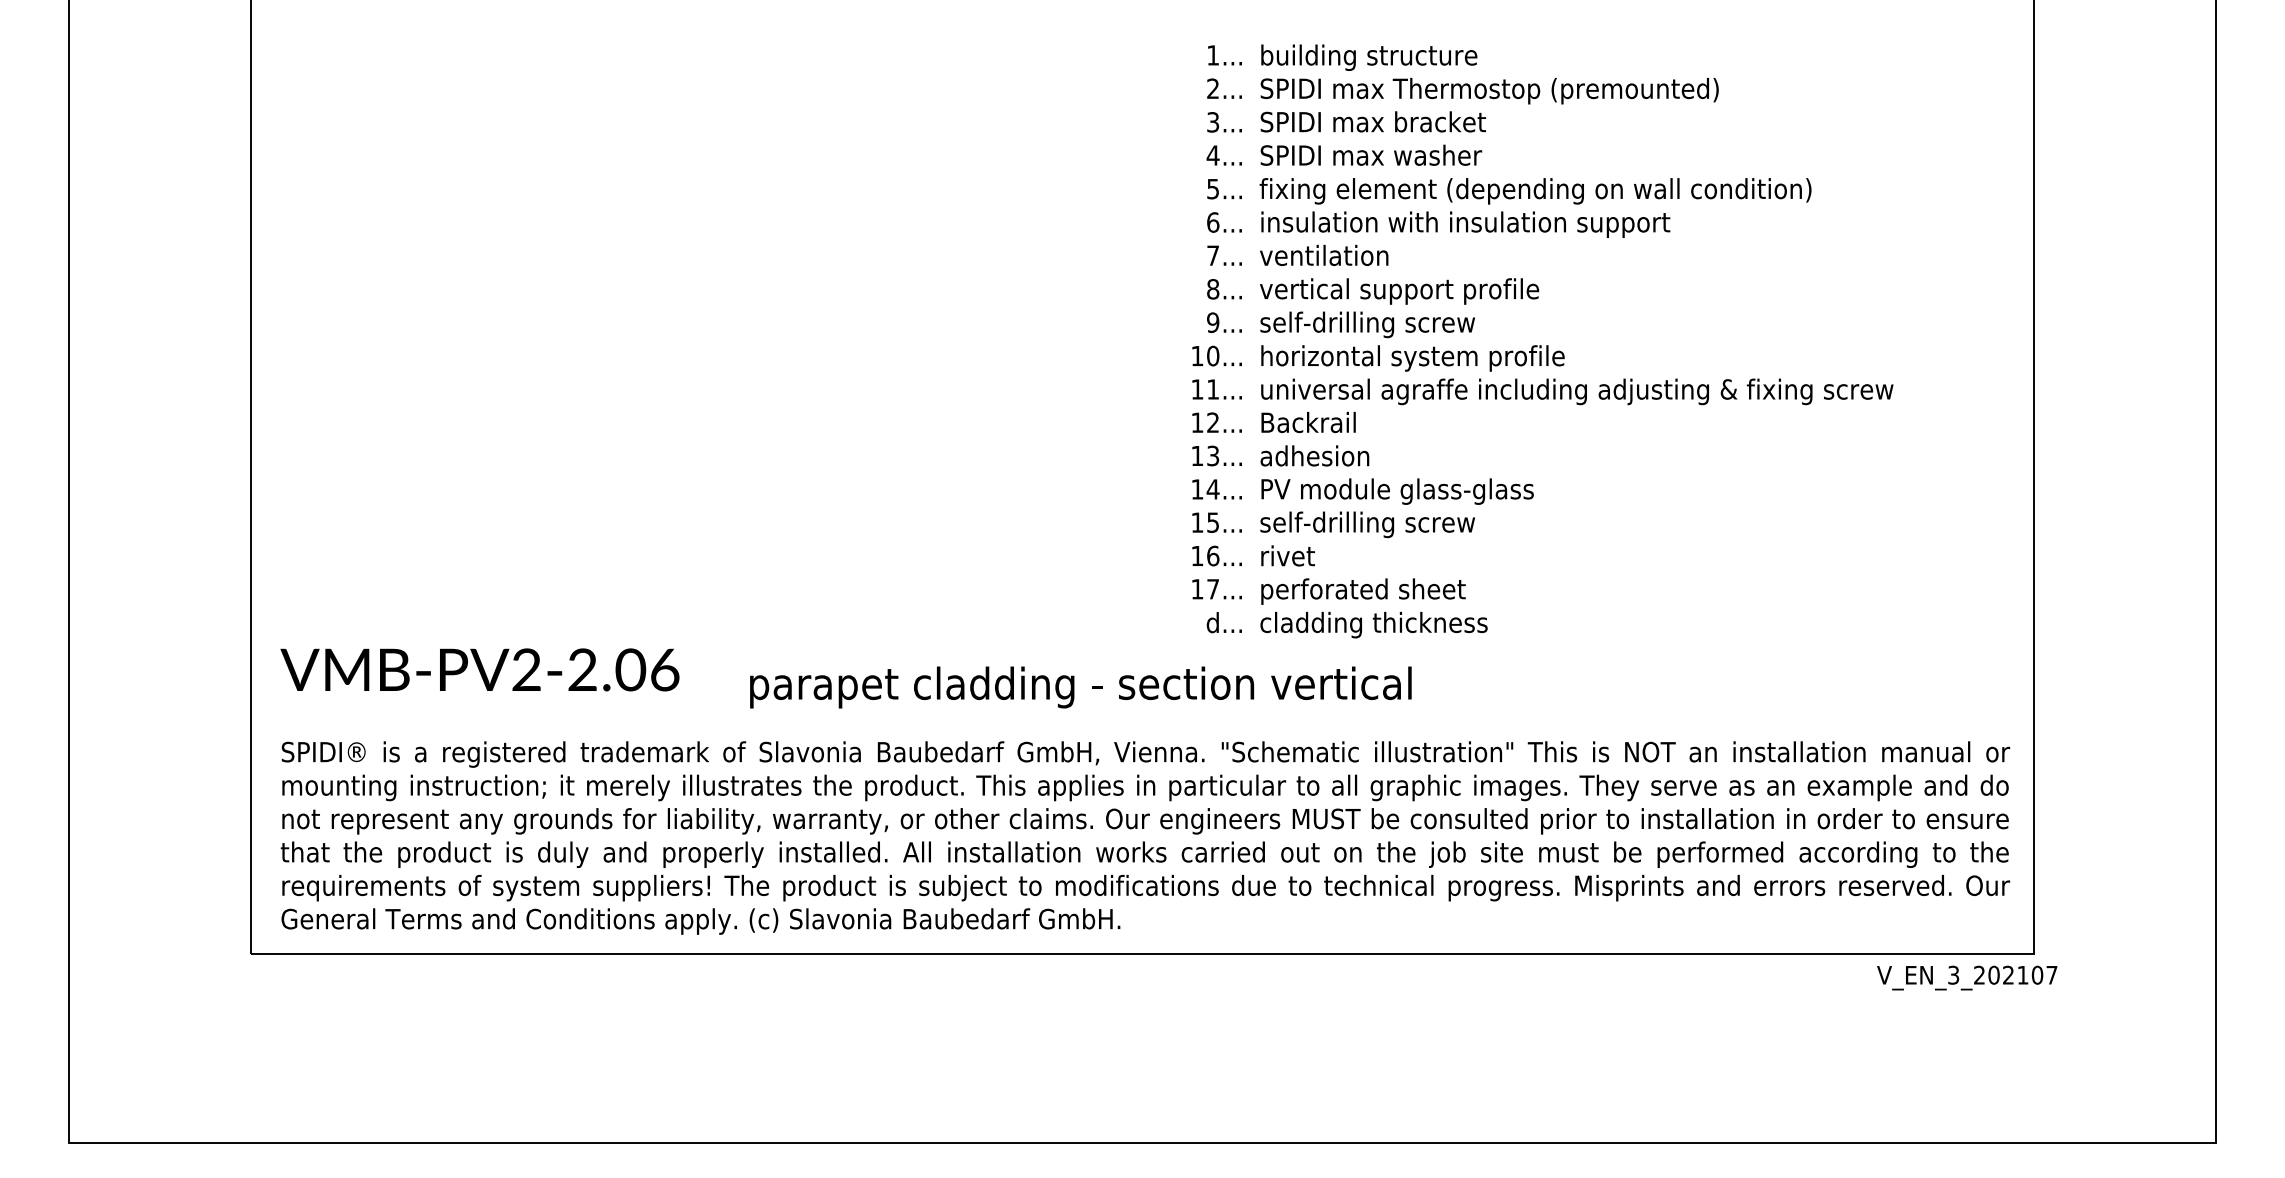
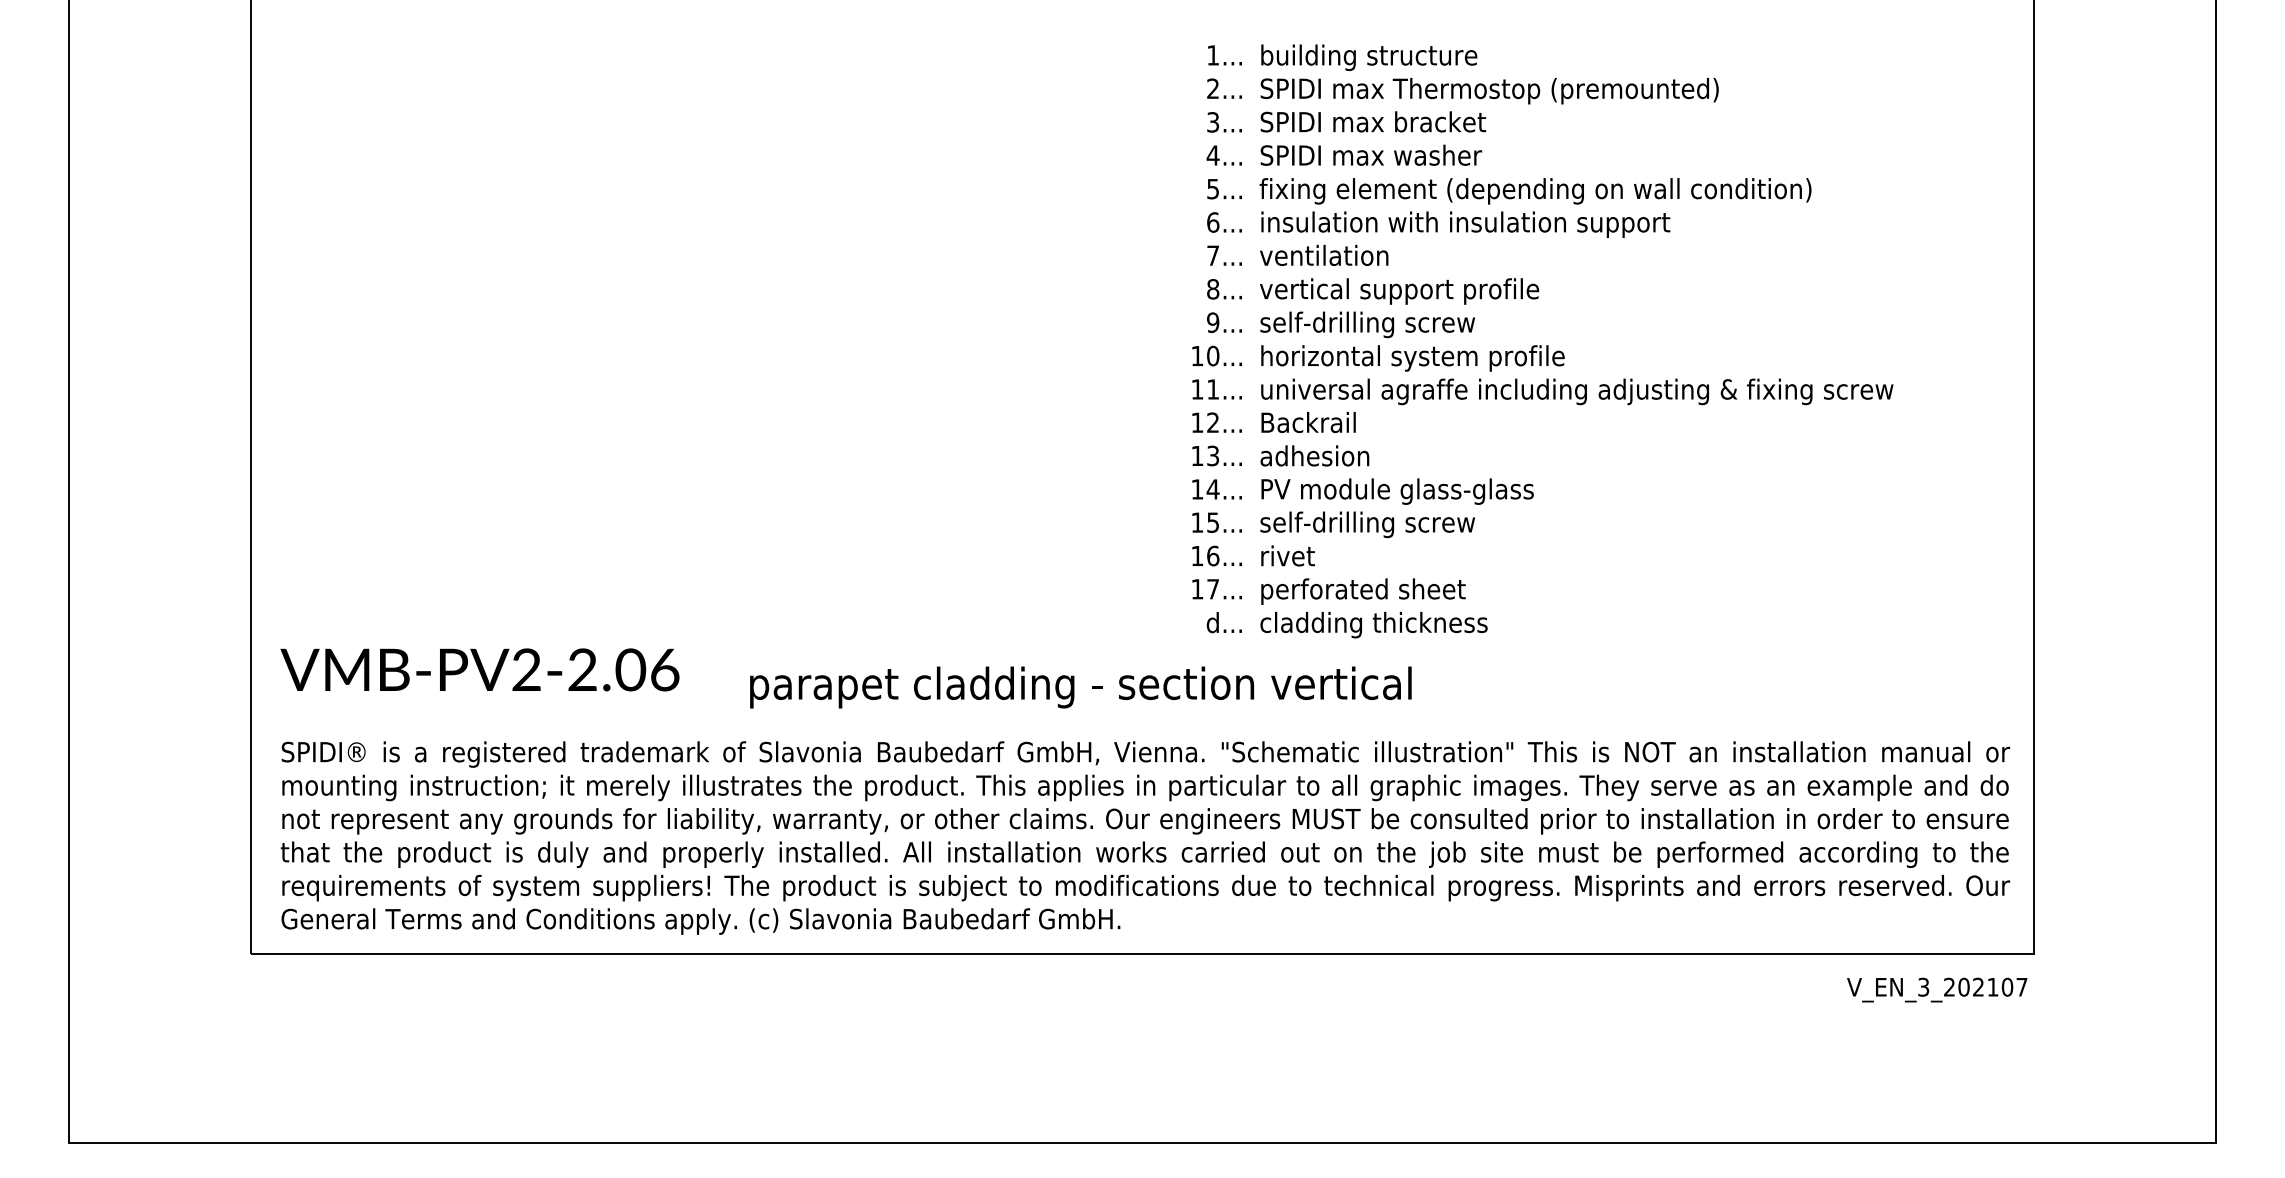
text at (1967, 977) position: (1967, 977) -> (1937, 989)
